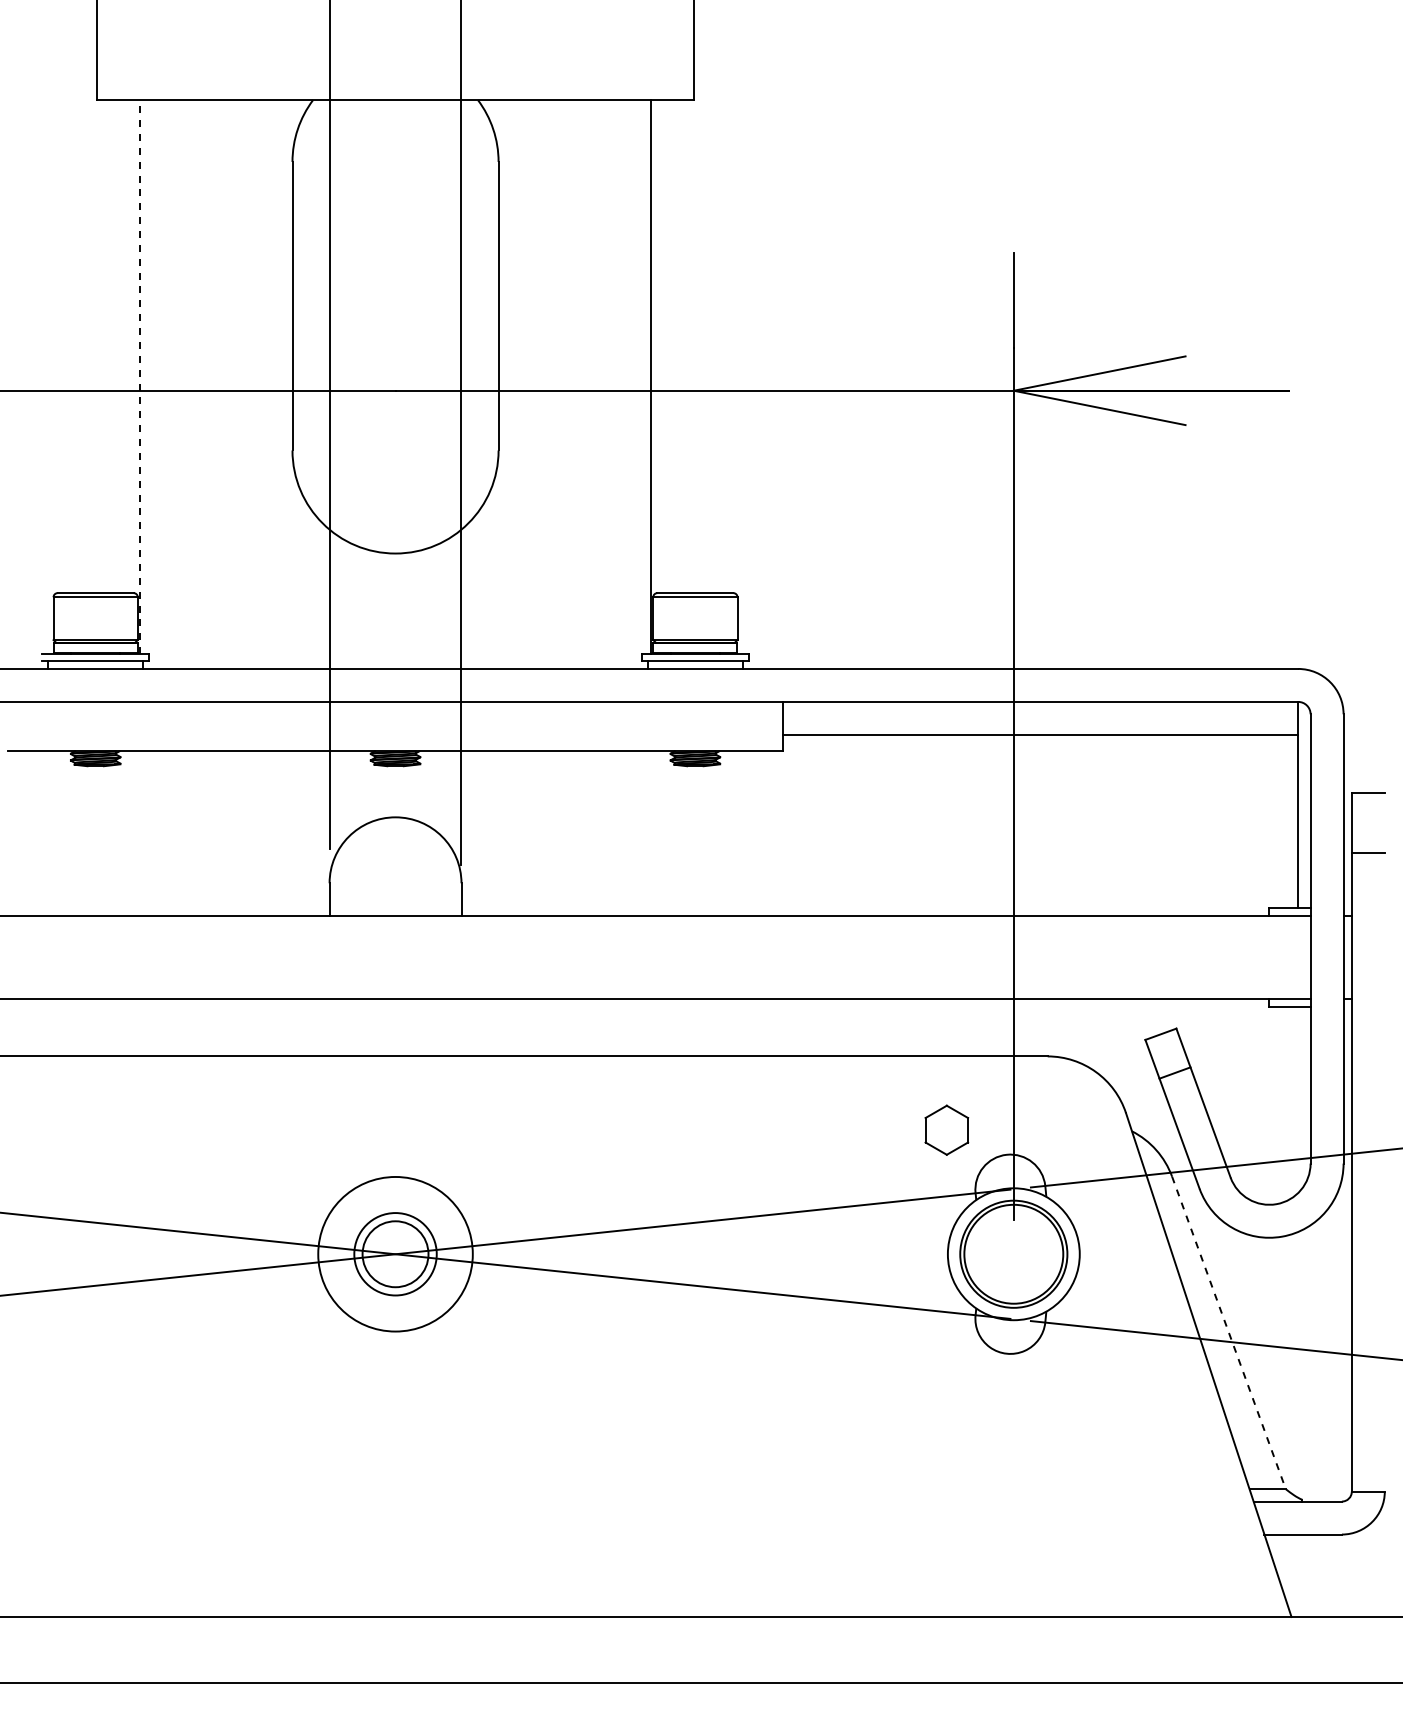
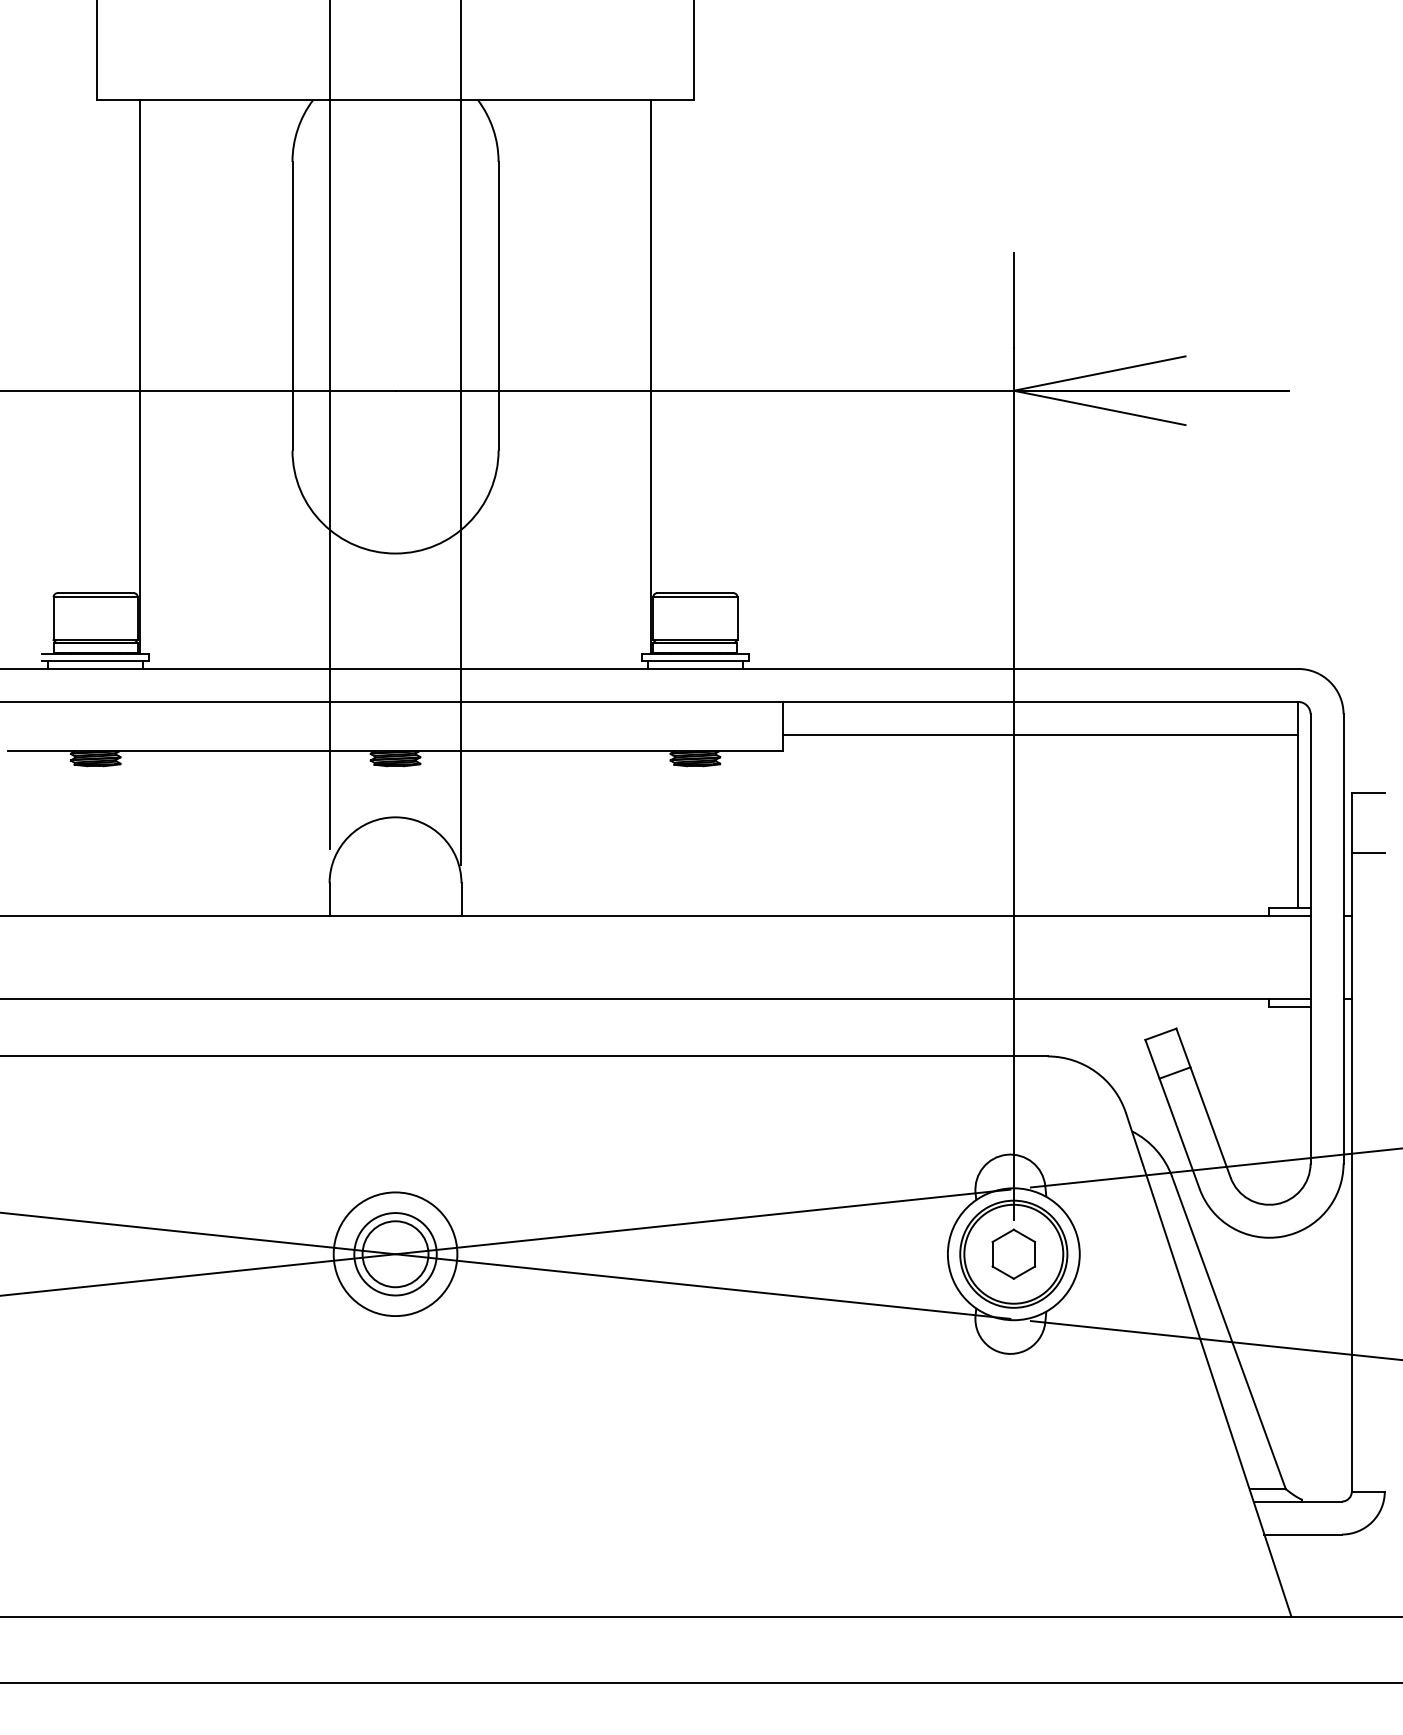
line at (139, 377): dashed -> solid
part at (946, 1129) position: (946, 1129) -> (1013, 1253)
circle at (395, 1253) diameter: 155 px -> 124 px
line at (1229, 1333): dashed -> solid
